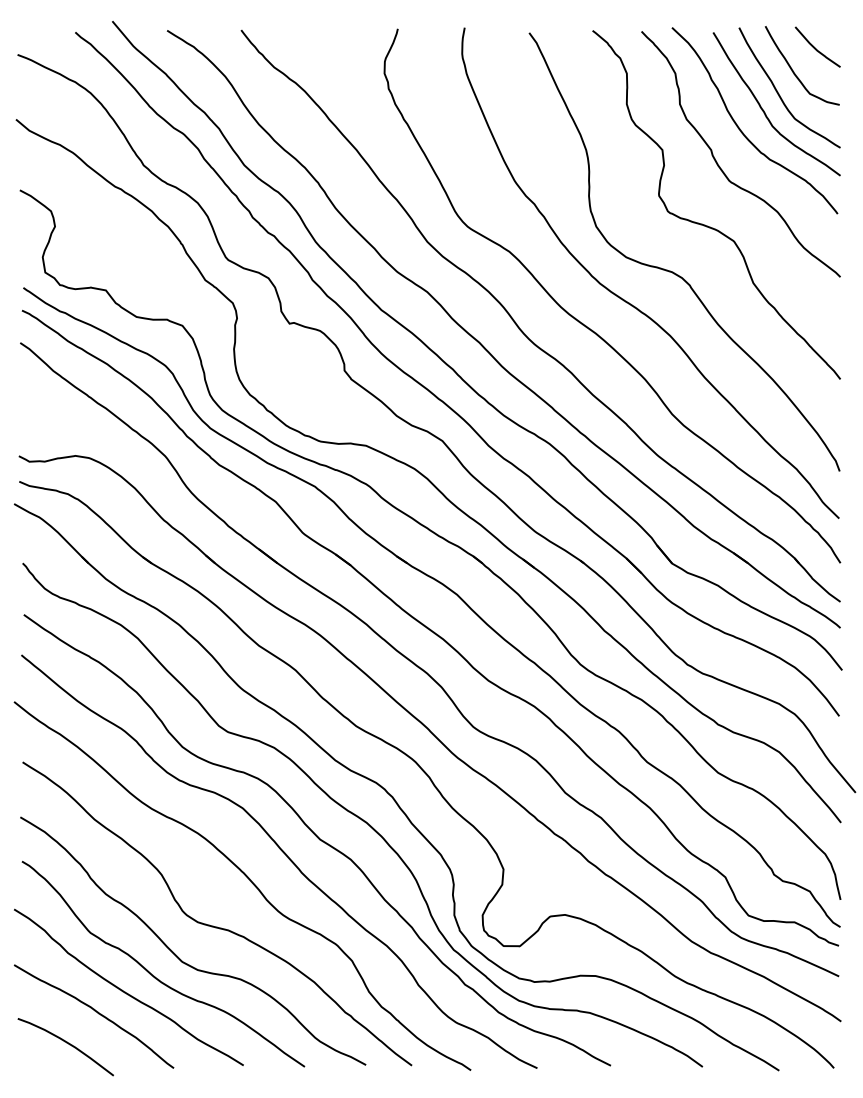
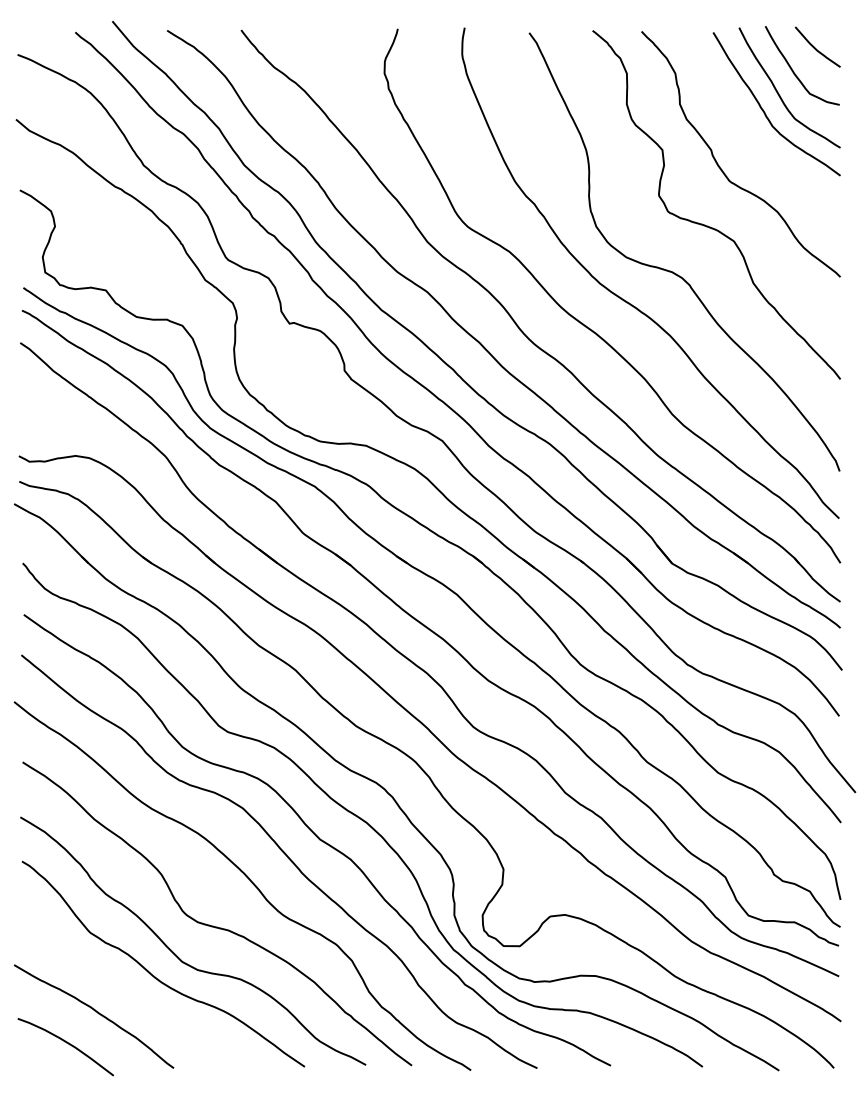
curve at (740, 128): present -> none
curve at (125, 991): present -> none
